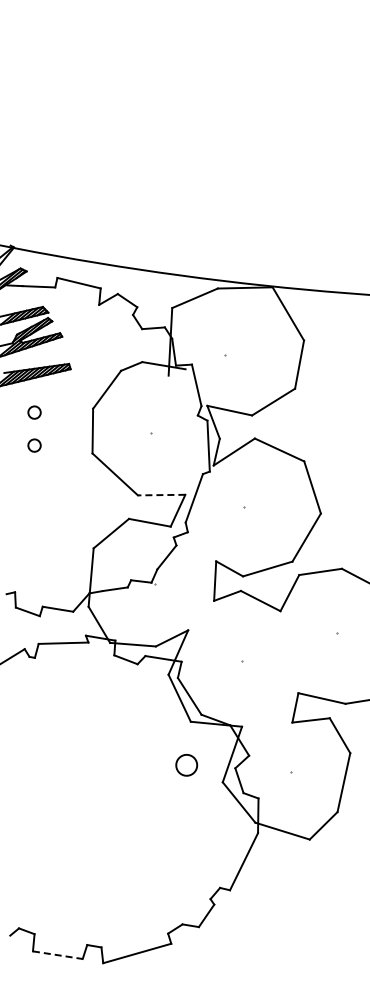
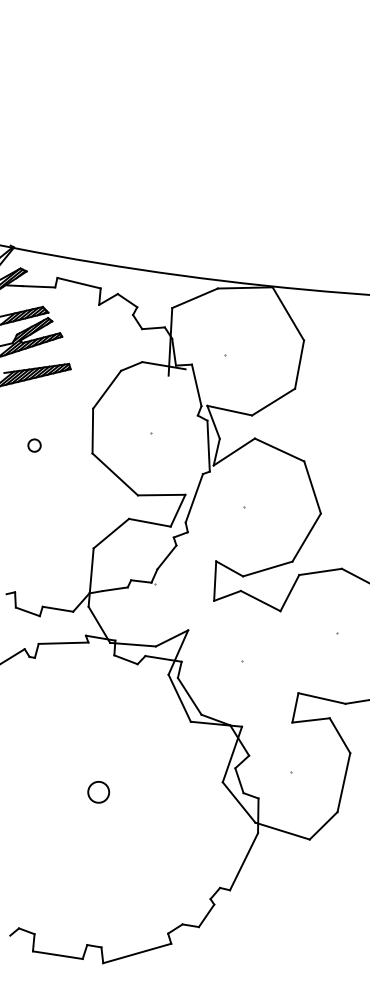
part at (34, 412): present -> none
line at (161, 495): dashed -> solid
part at (186, 765) position: (186, 765) -> (98, 792)
line at (58, 955): dashed -> solid
